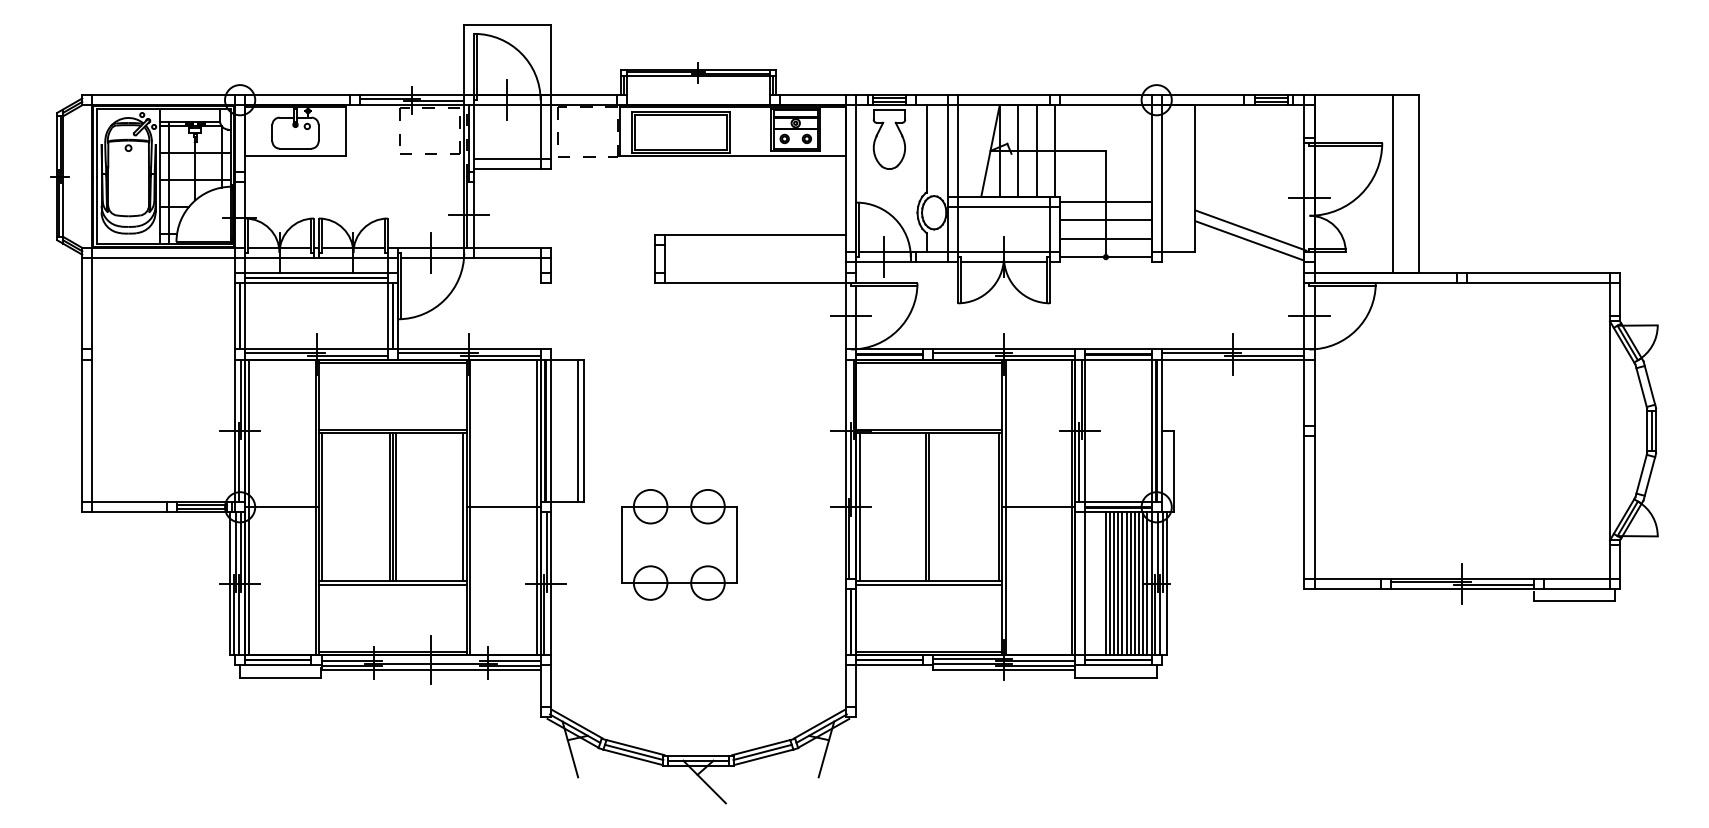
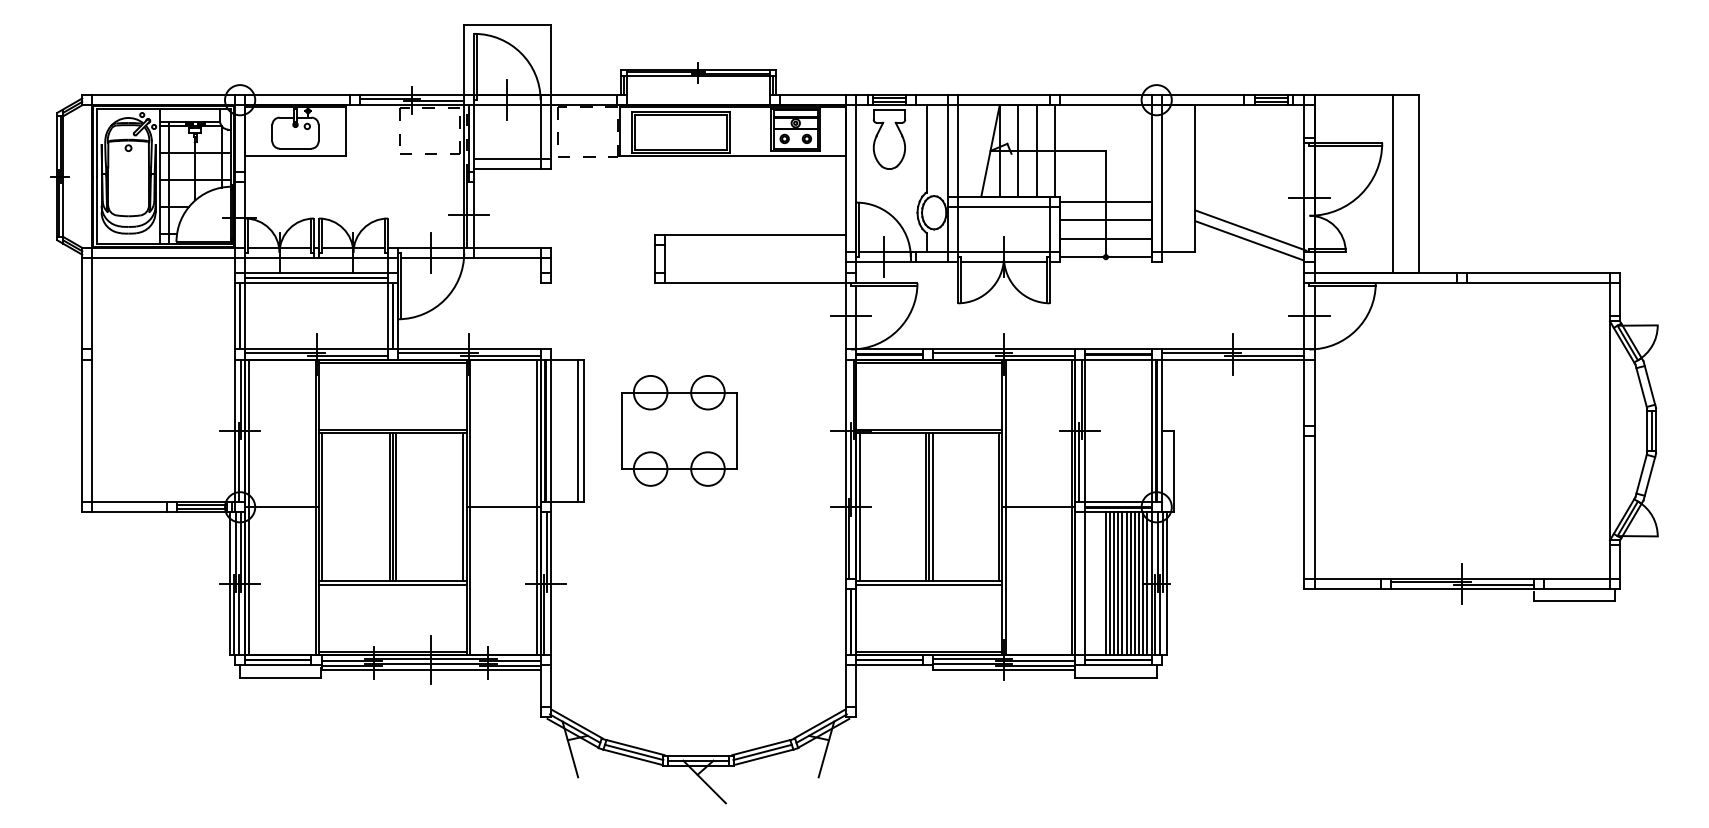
line at (932, 507): none -> present
part at (679, 544) position: (679, 544) -> (679, 430)
line at (430, 658): none -> present
